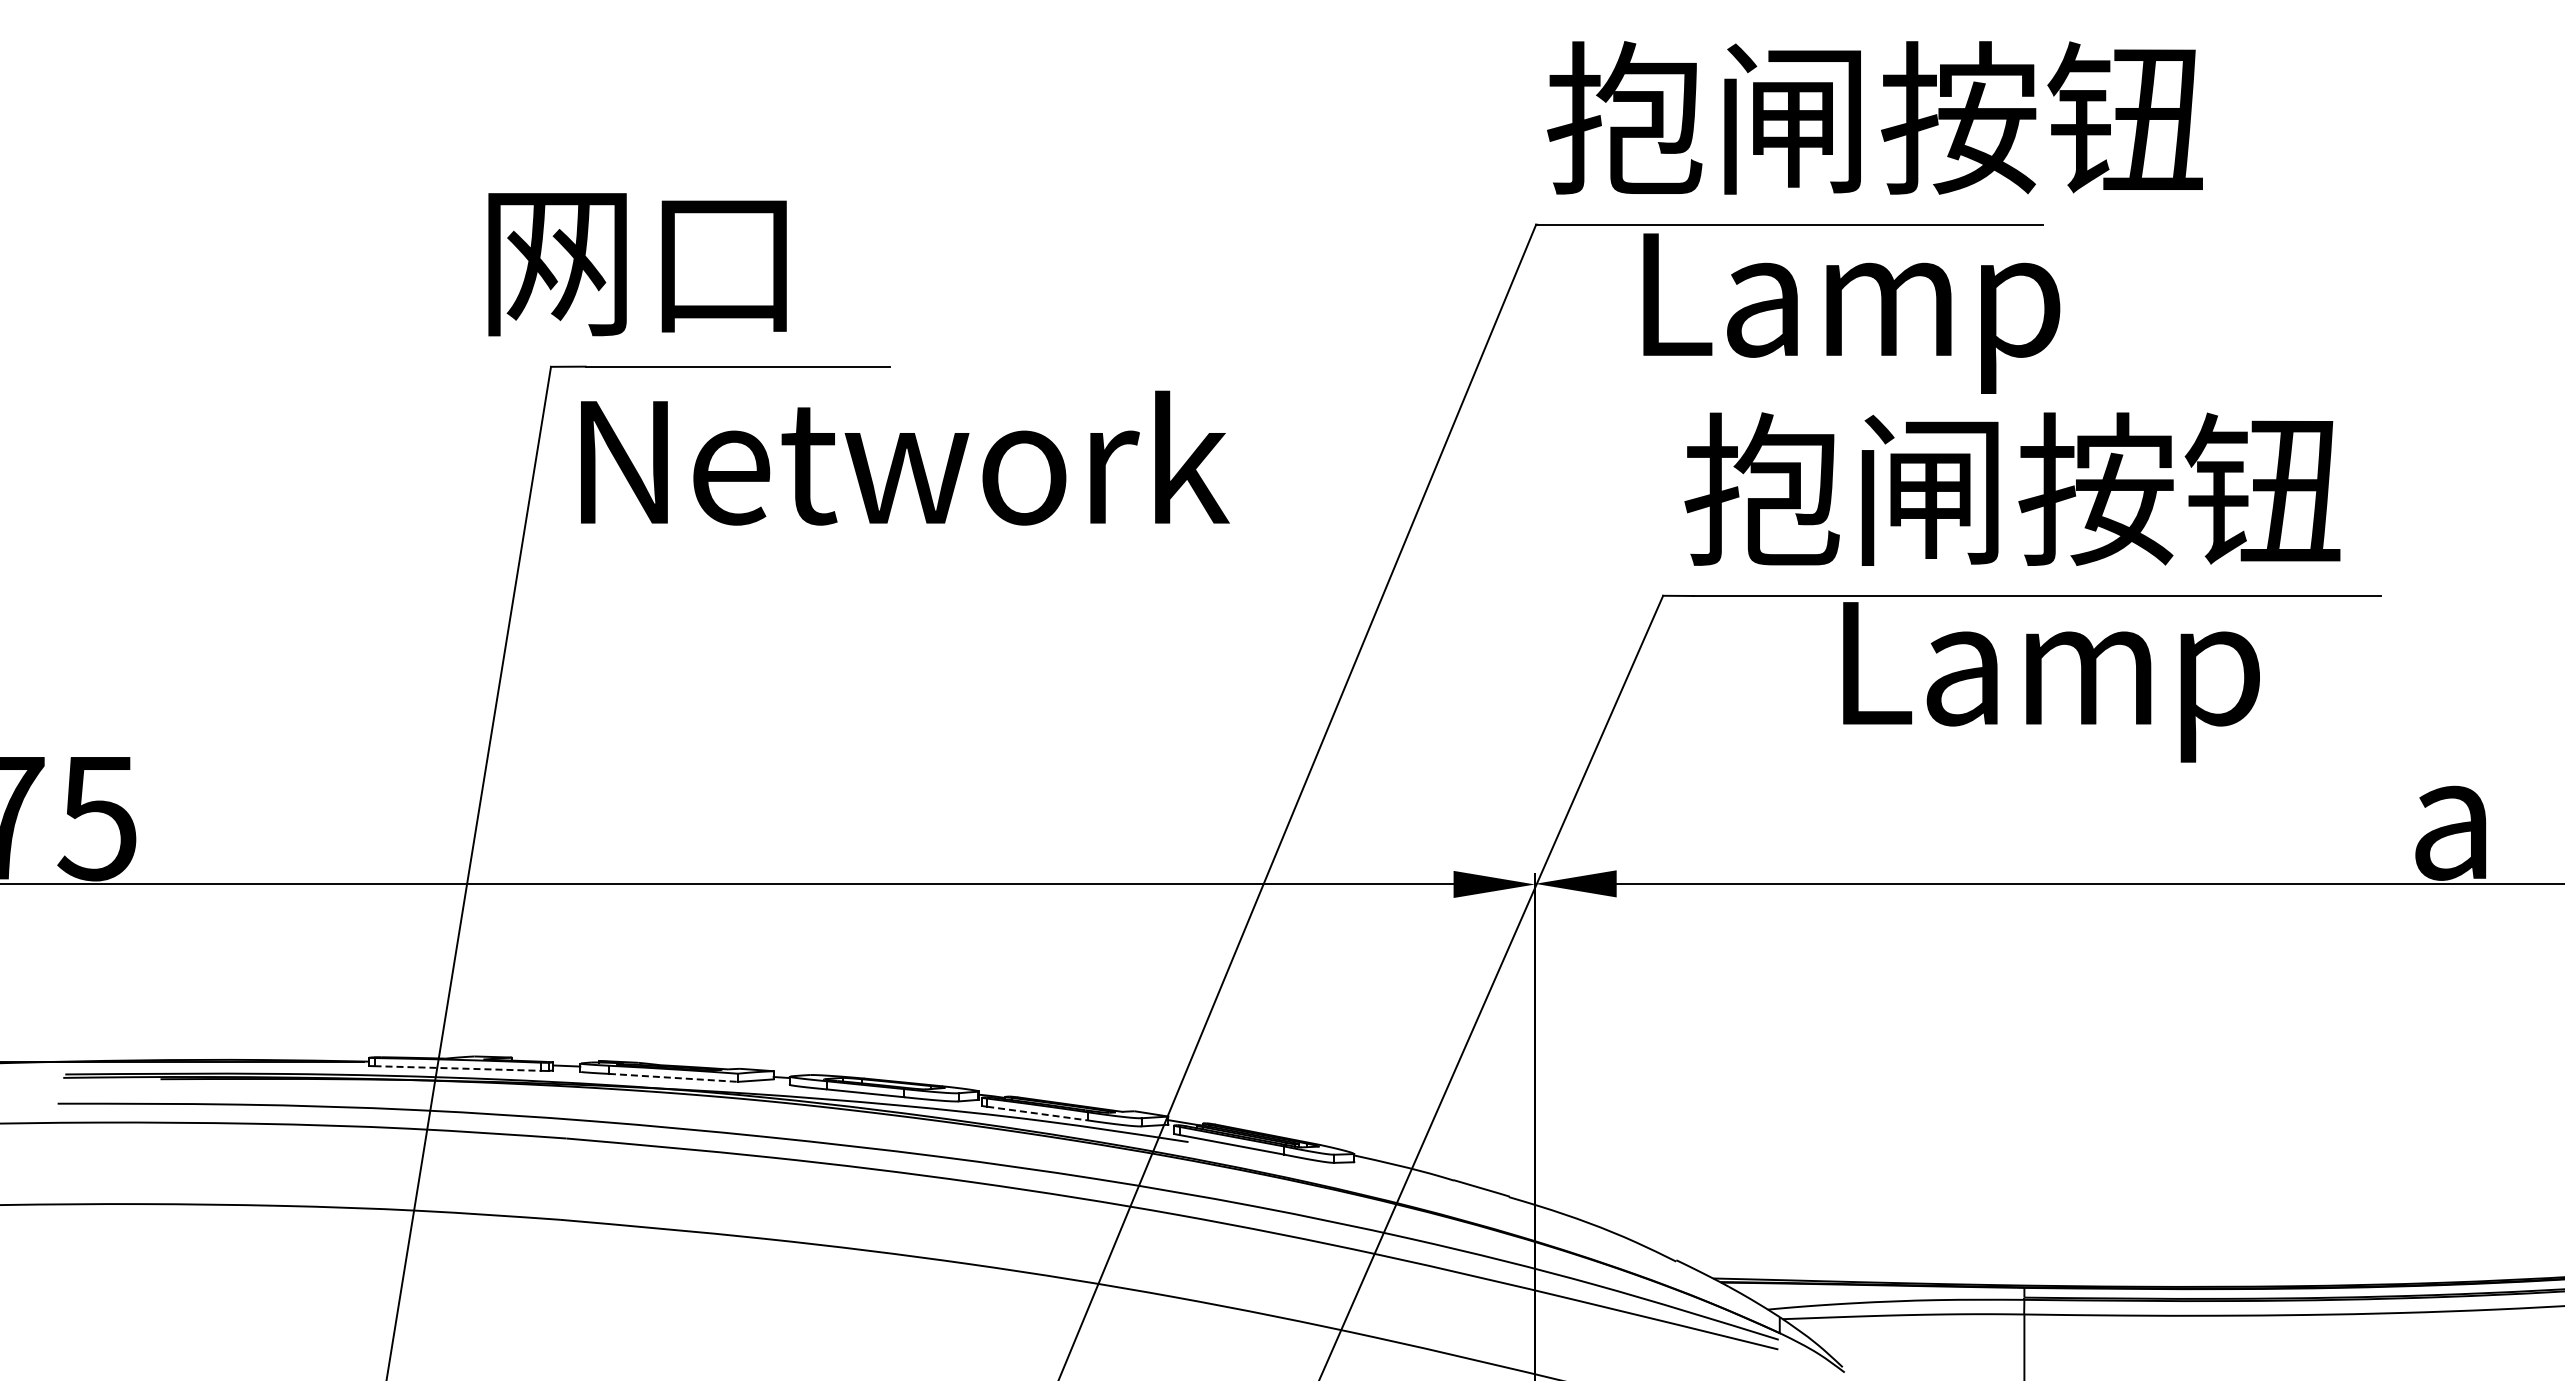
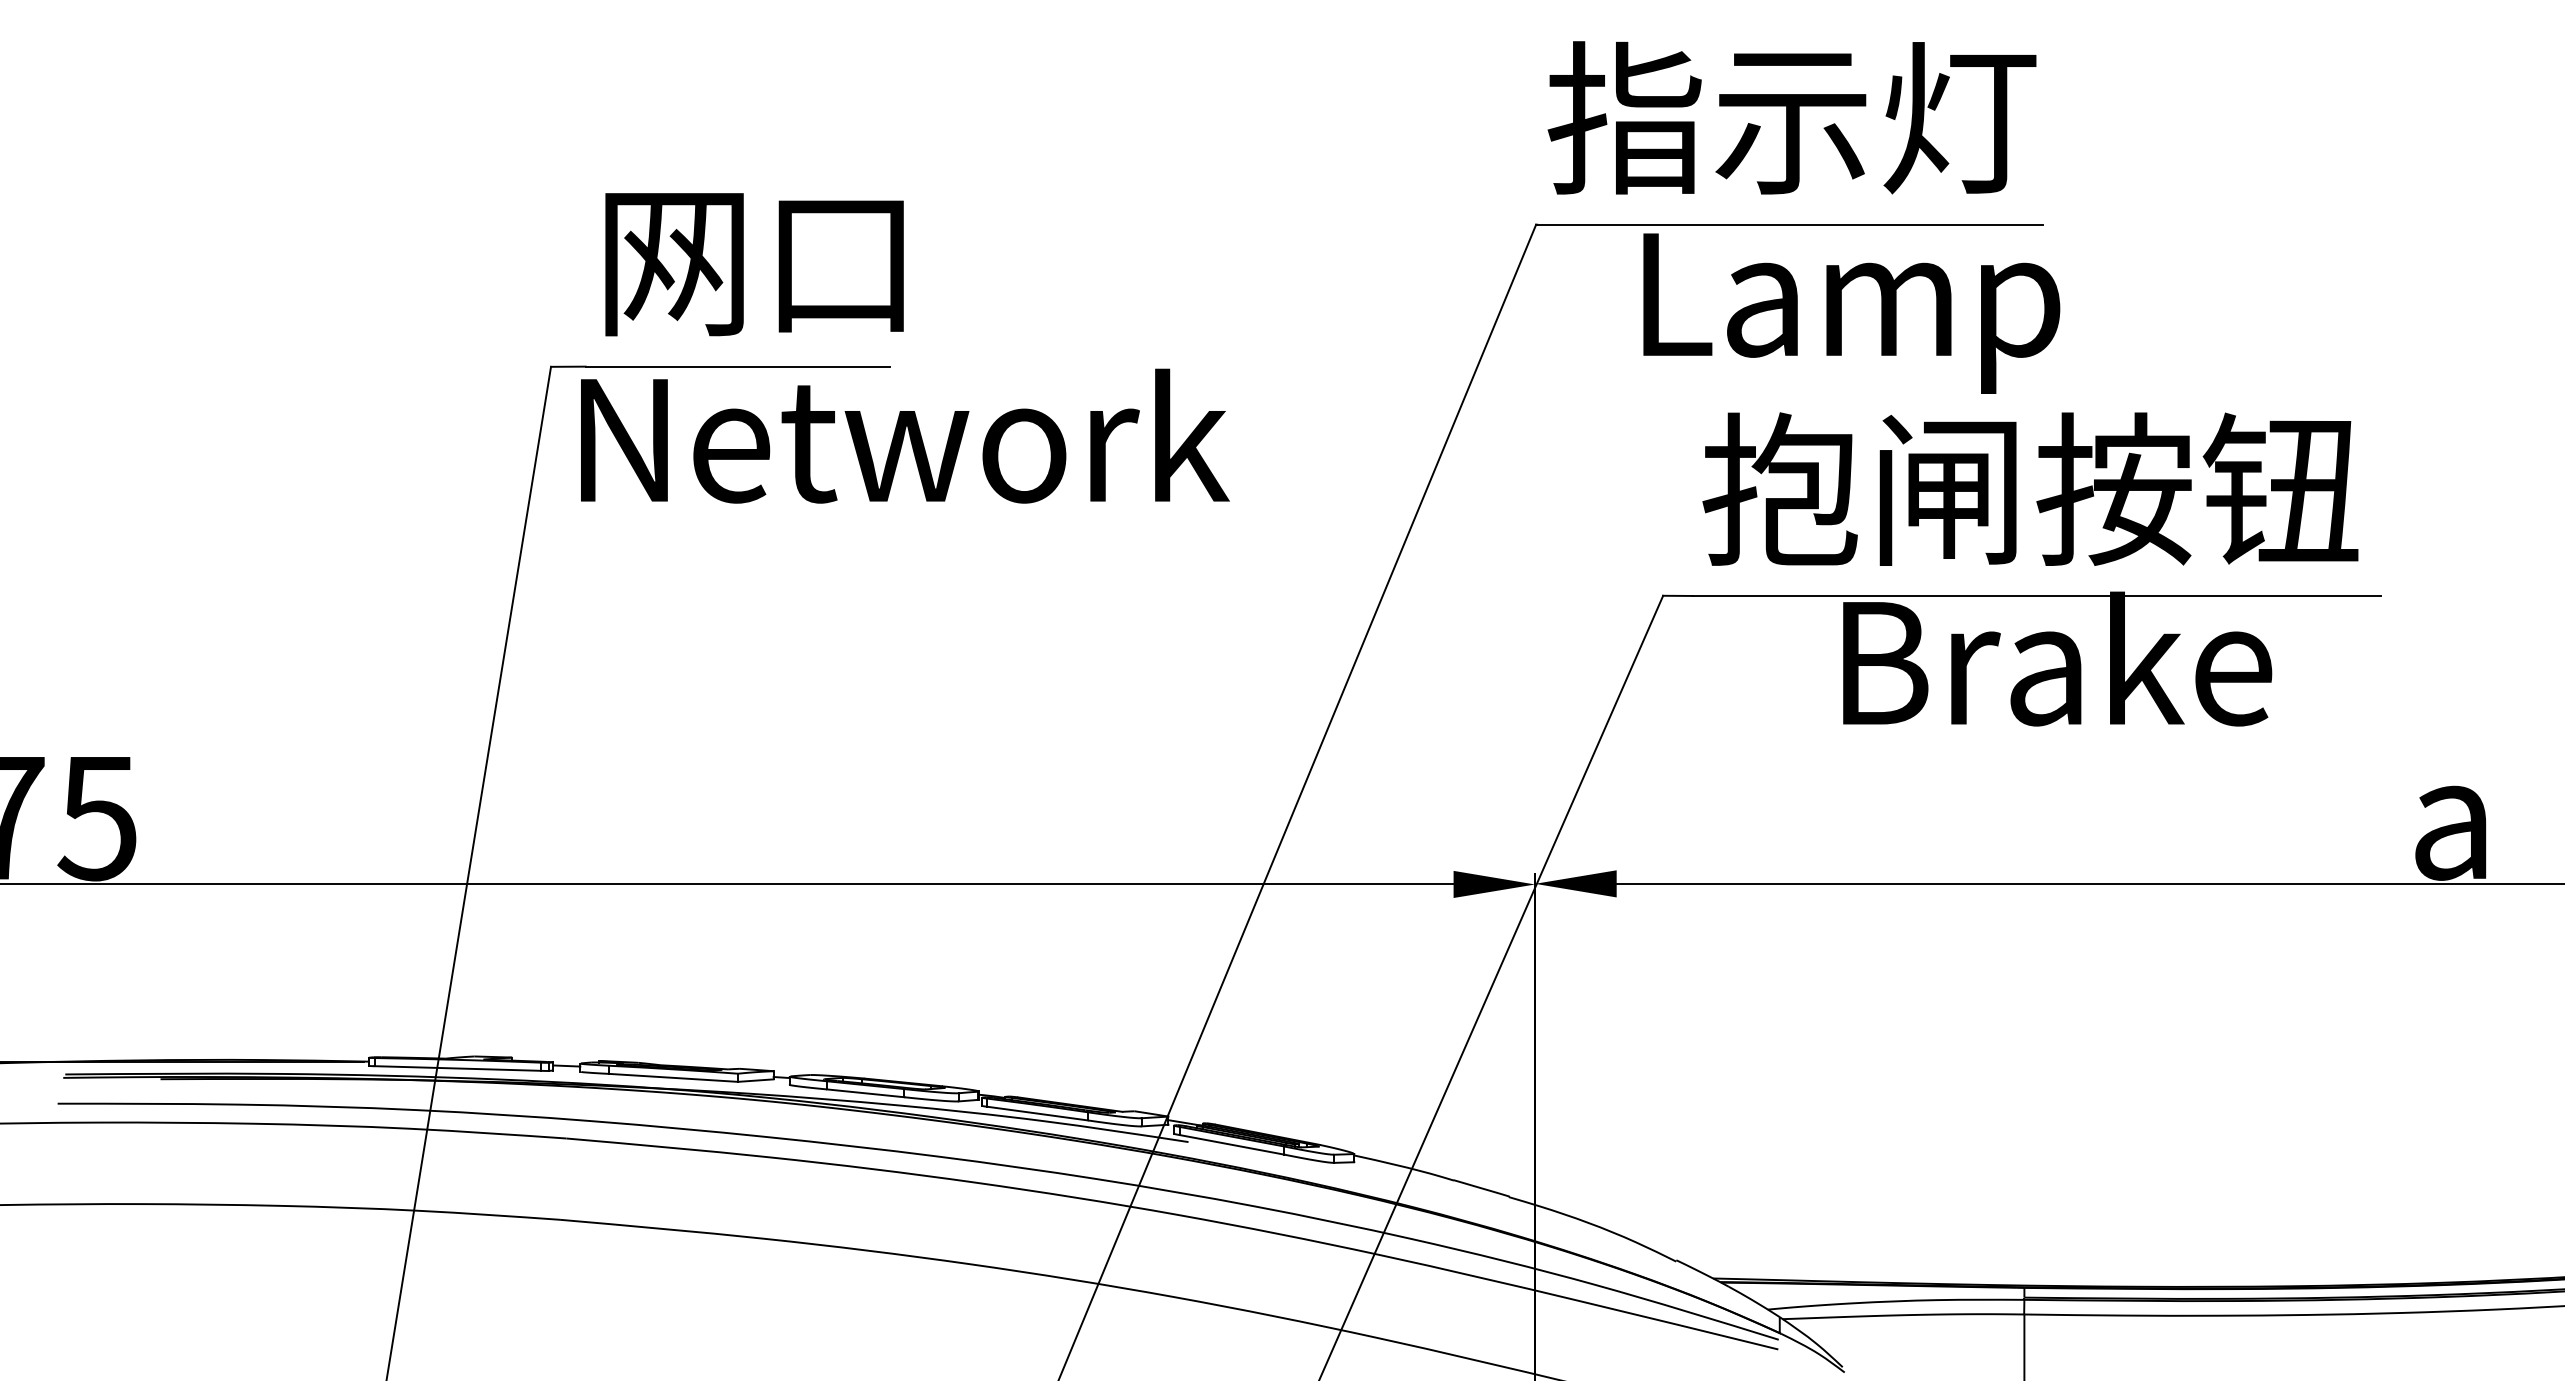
text at (1874, 117): 抱闸按钮 -> 指示灯
text at (637, 264) position: (637, 264) -> (754, 264)
text at (905, 457) position: (905, 457) -> (905, 435)
text at (2012, 488) position: (2012, 488) -> (2030, 488)
text at (2065, 676): Lamp -> Brake
line at (458, 1068): dashed -> solid
line at (673, 1077): dashed -> solid
line at (1037, 1113): dashed -> solid
